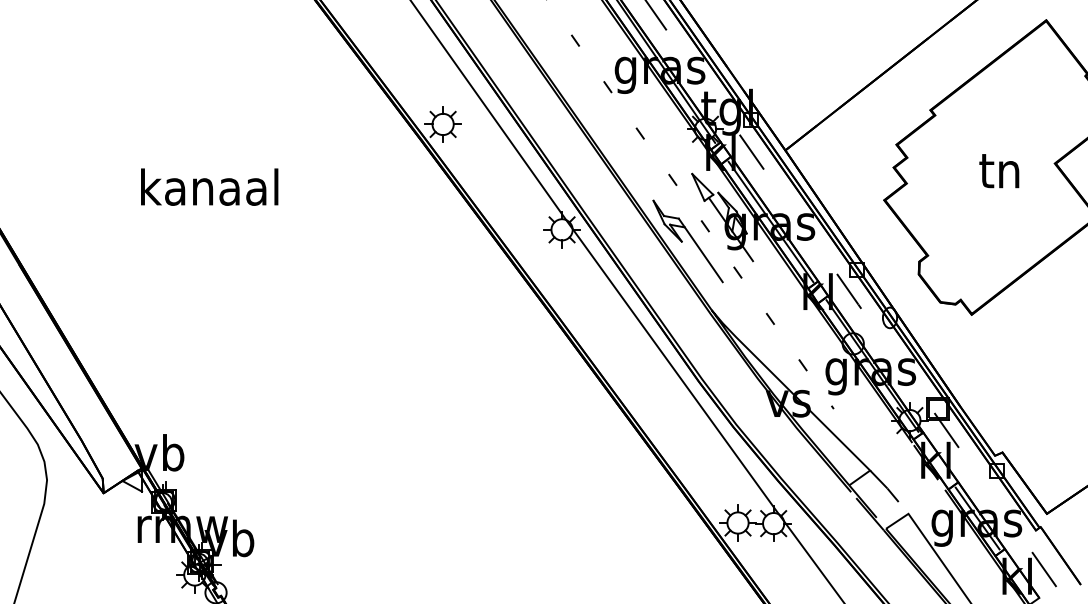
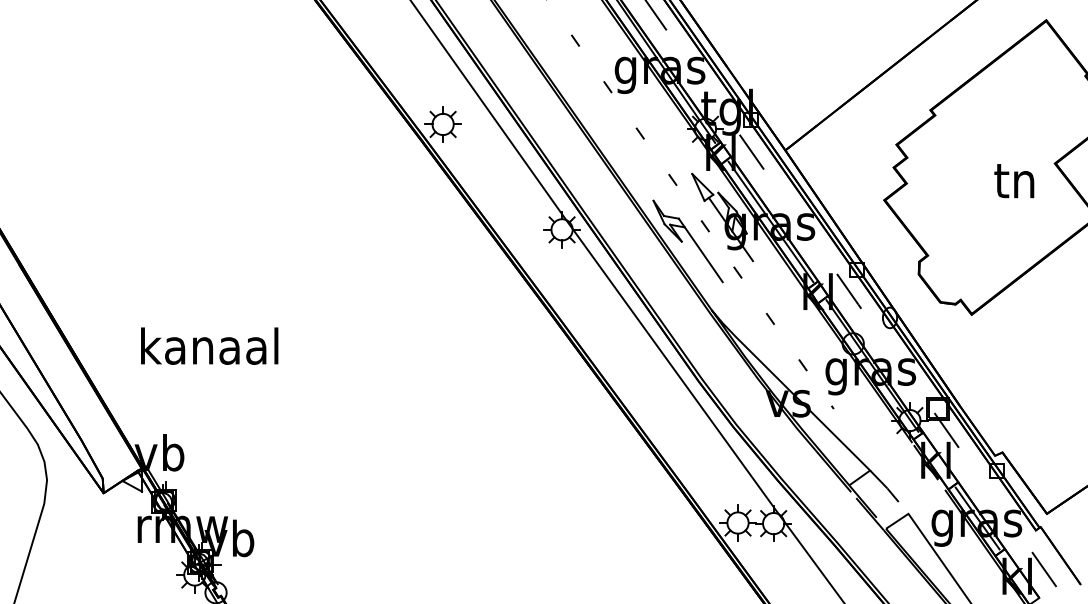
text at (999, 171) position: (999, 171) -> (1014, 181)
text at (209, 186) position: (209, 186) -> (209, 345)
